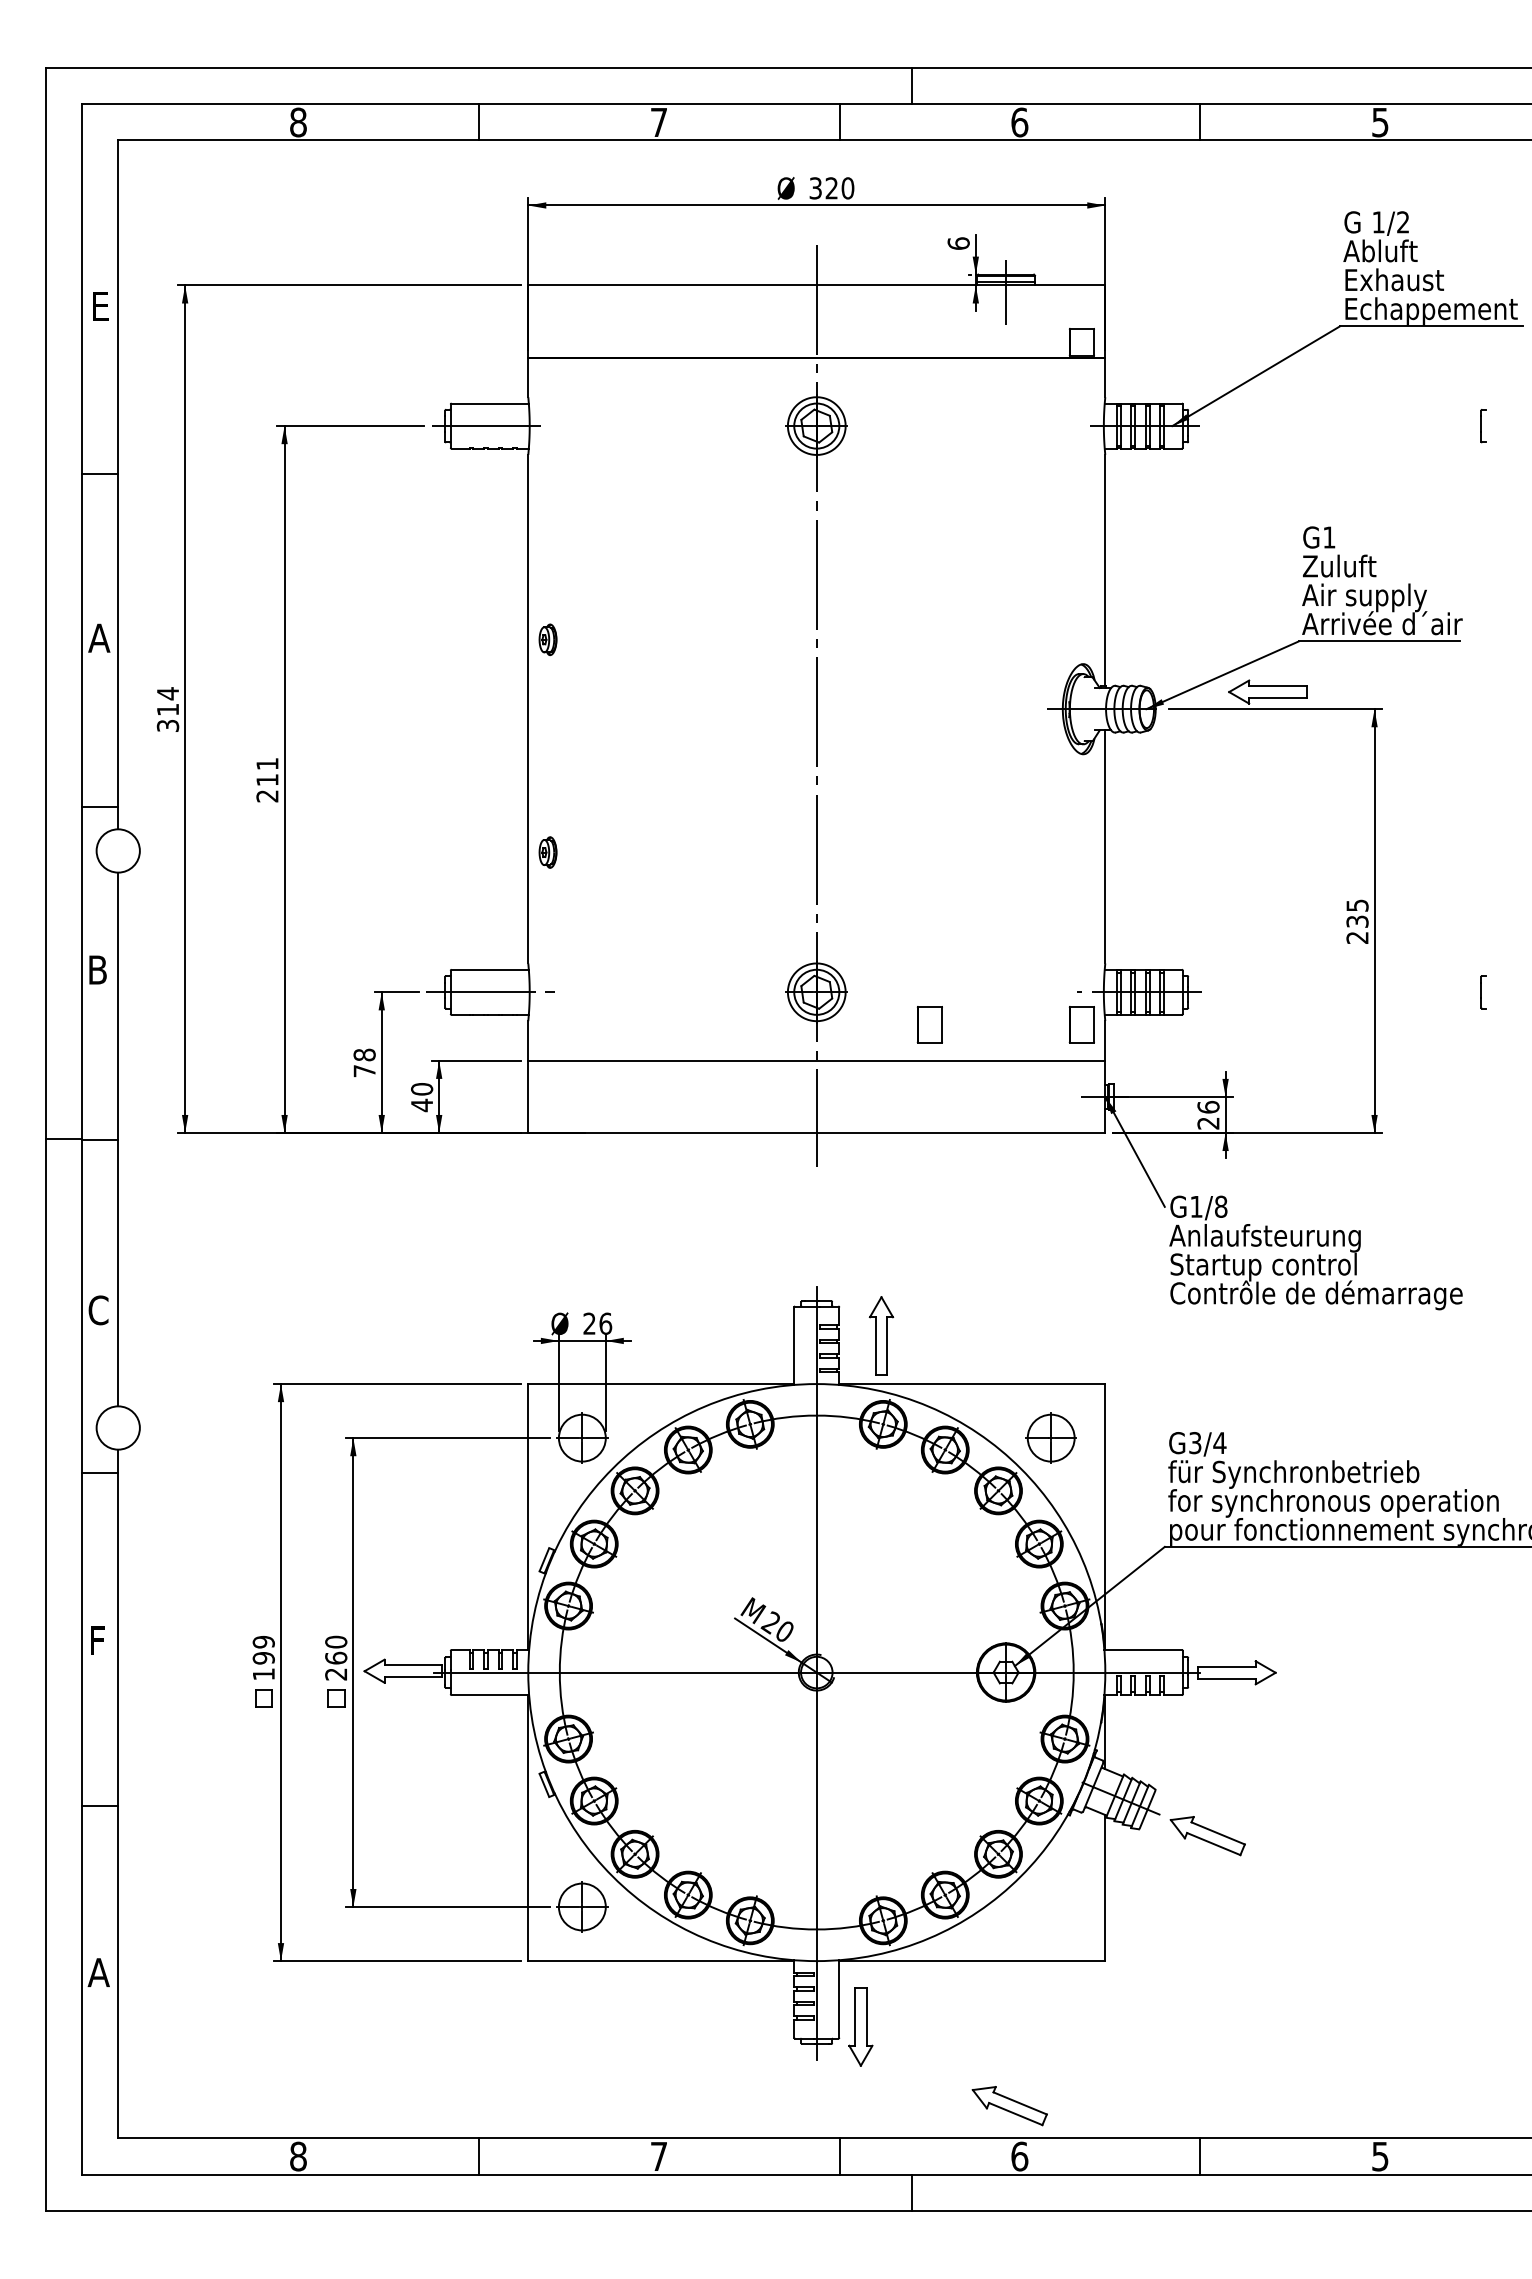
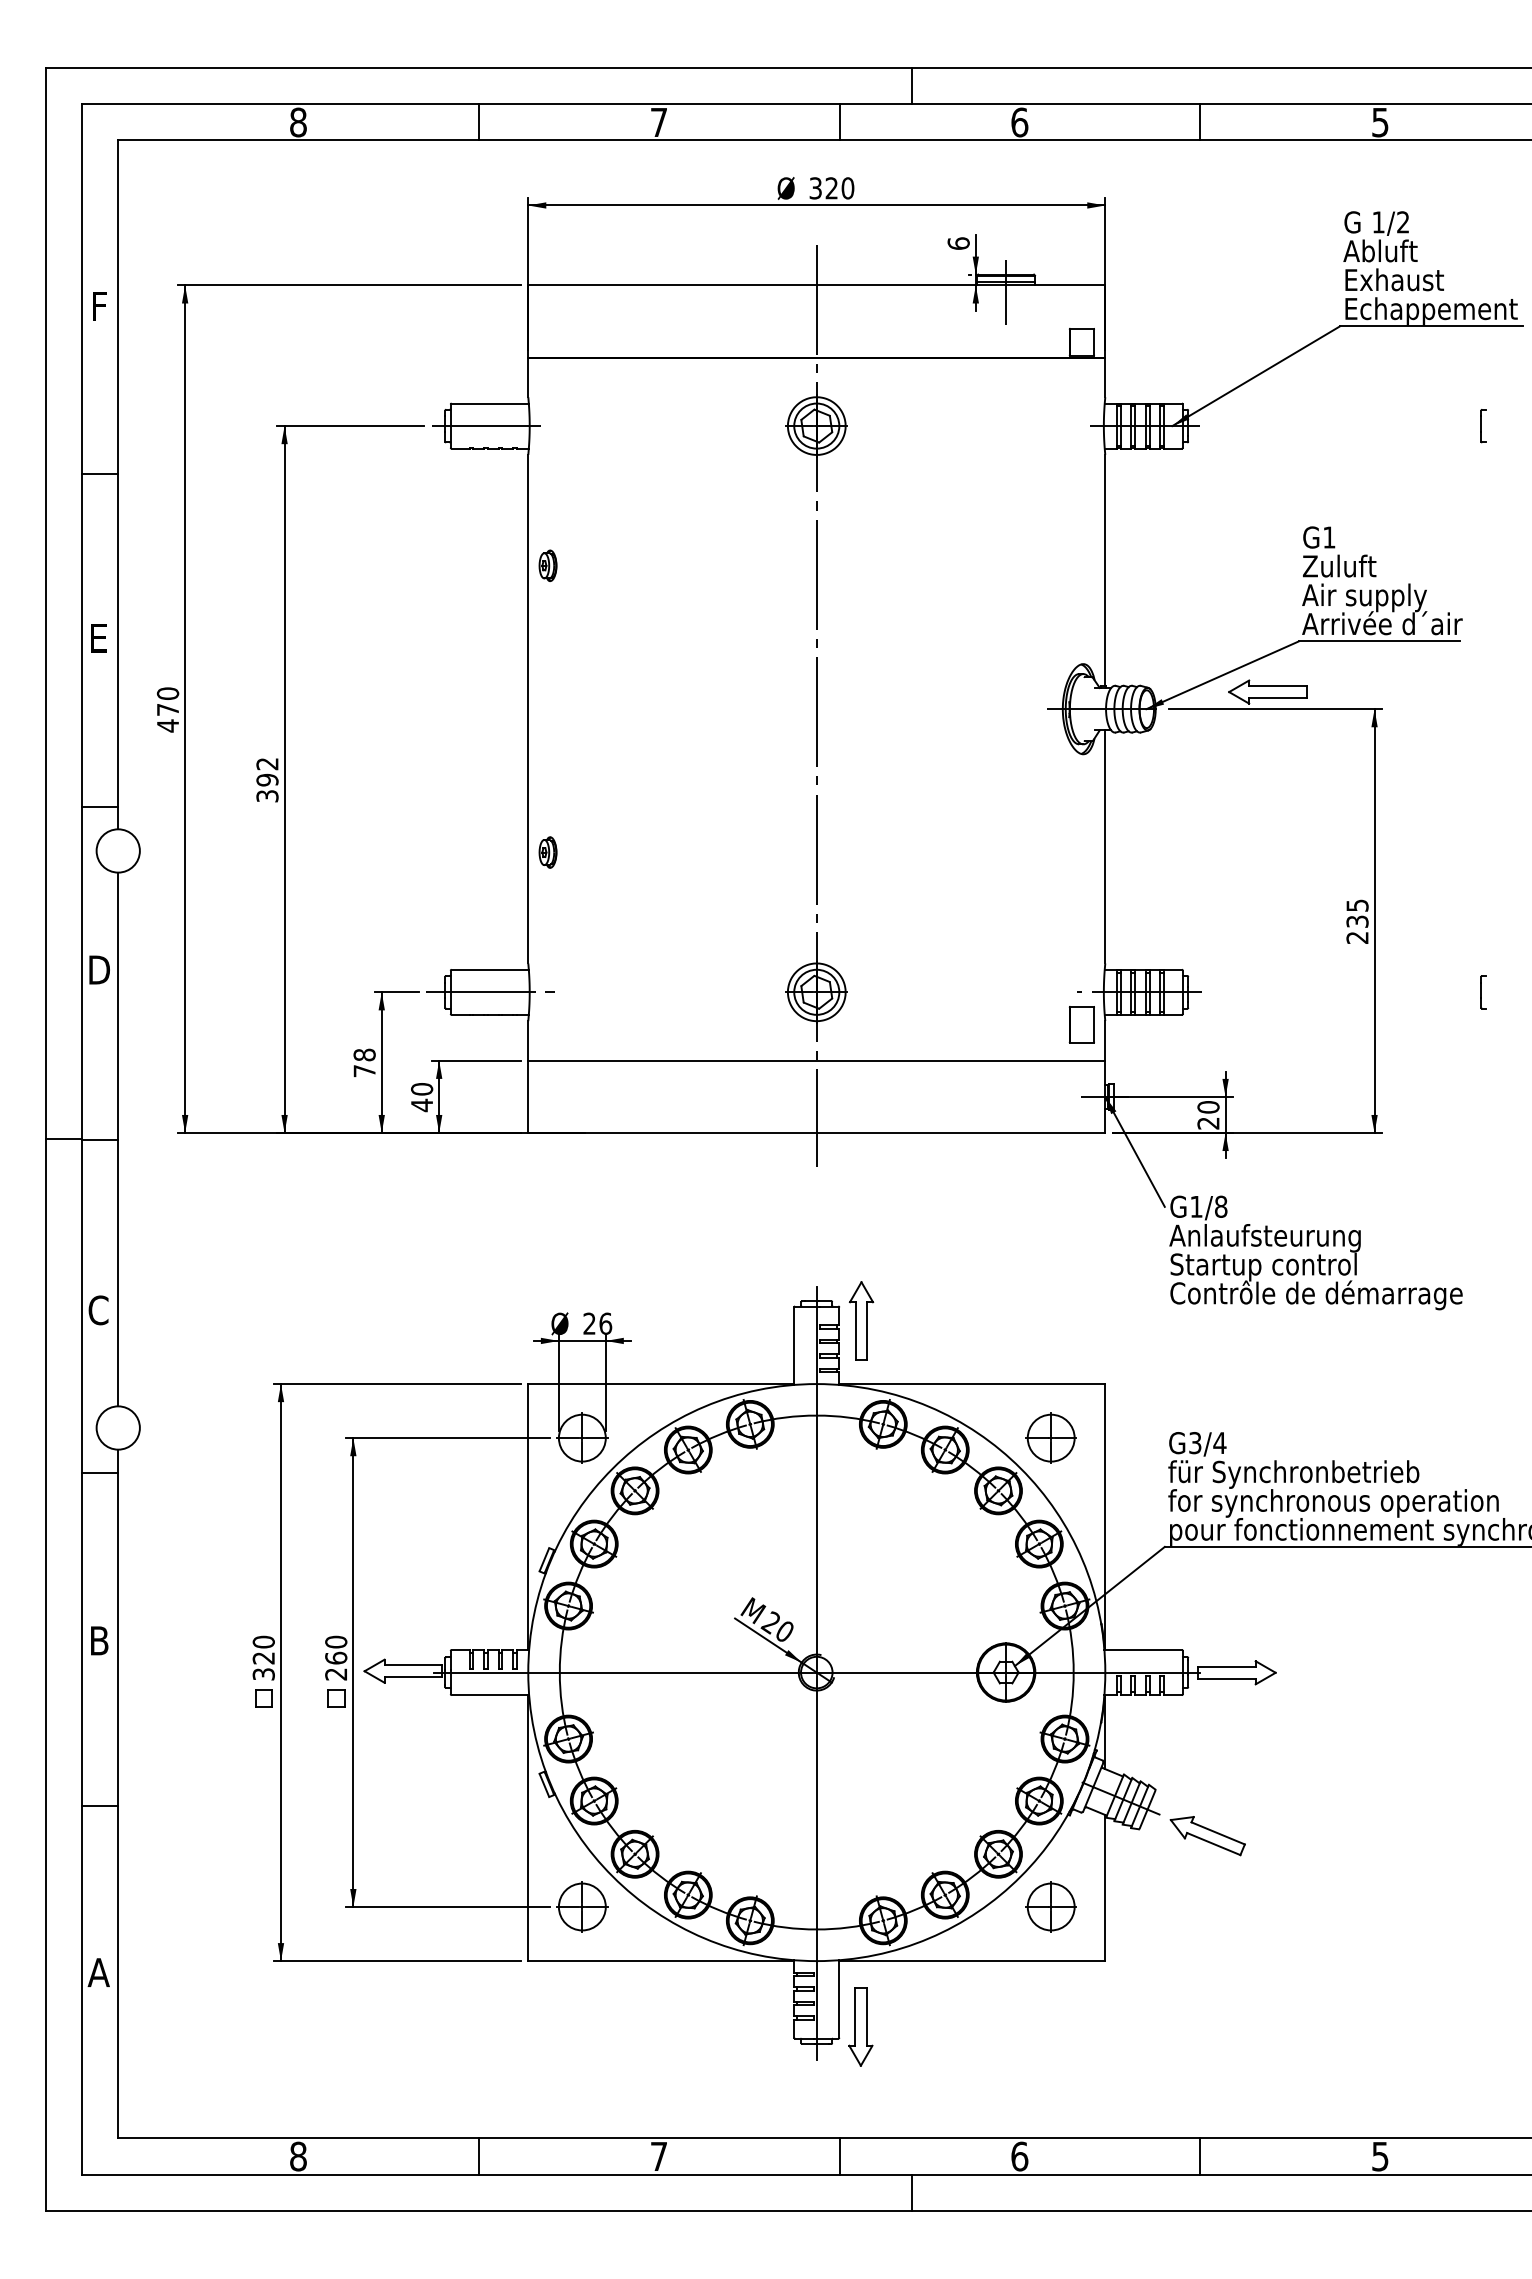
text at (102, 306): E -> F
text at (99, 637): A -> E
part at (547, 639) position: (547, 639) -> (547, 565)
text at (167, 709): 314 -> 470
text at (267, 780): 211 -> 392
text at (100, 969): B -> D
part at (929, 1024): present -> none
text at (1208, 1106): 26 -> 20
part at (881, 1335) position: (881, 1335) -> (861, 1320)
text at (99, 1640): F -> B
text at (263, 1657): 199 -> 320
part at (1050, 1906): none -> present
part at (1009, 2106): present -> none
